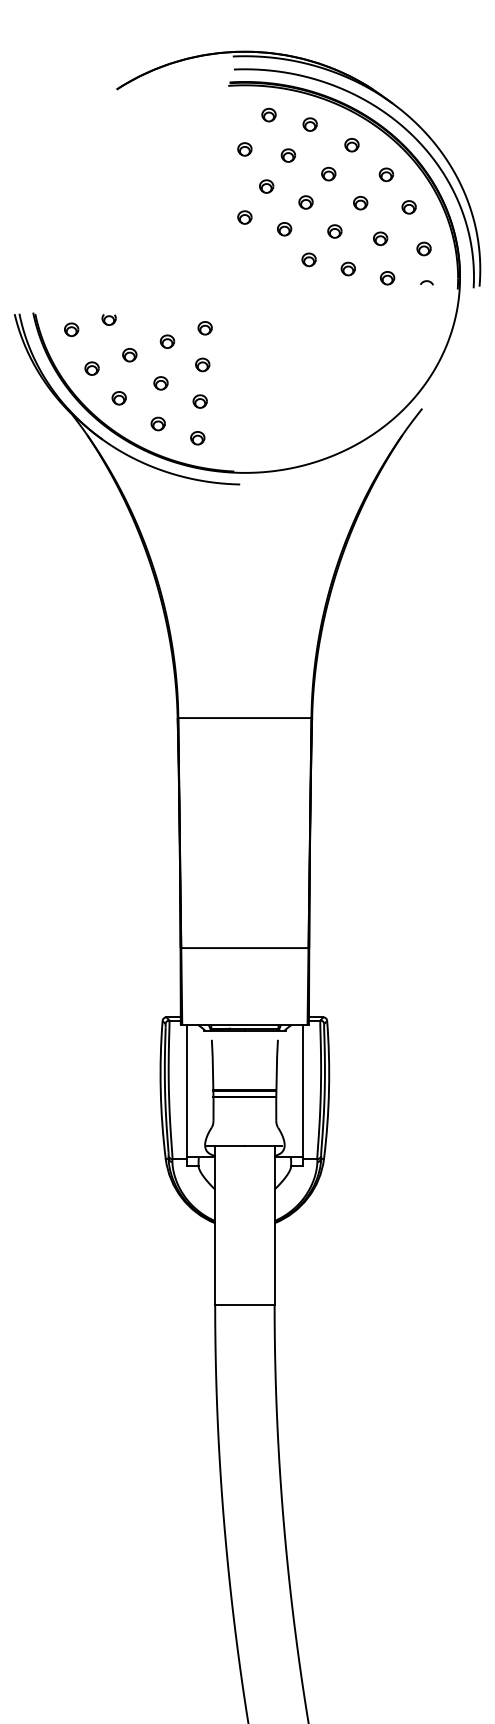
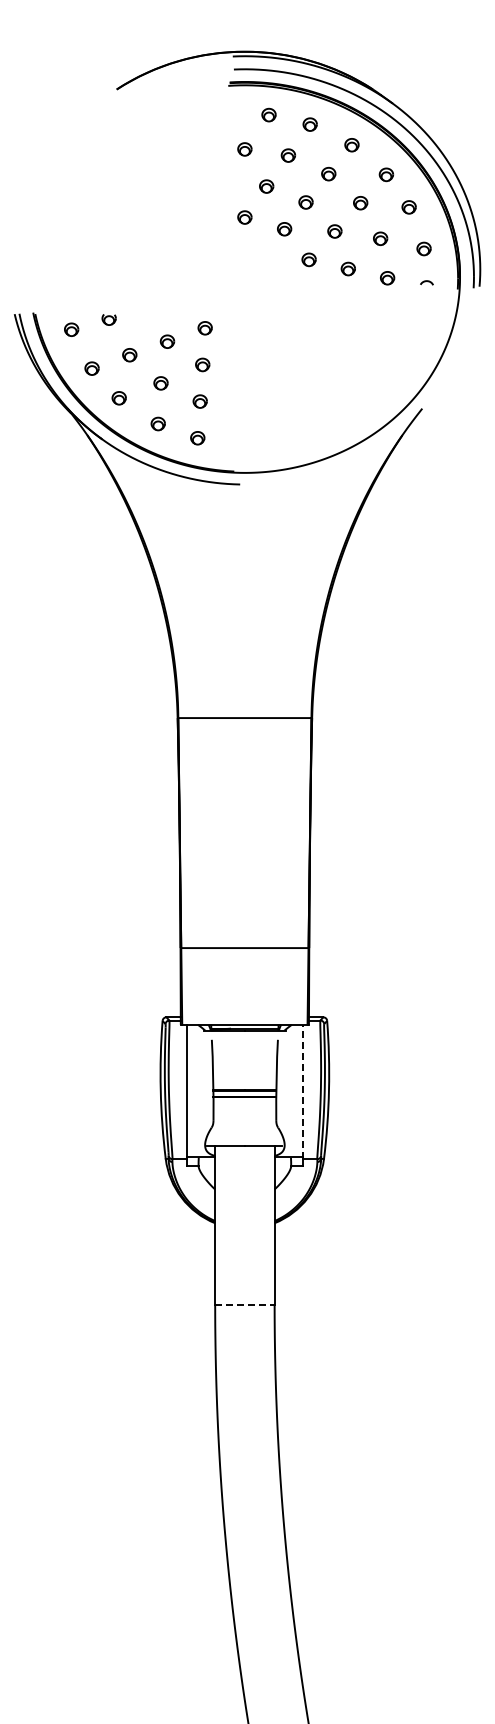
line at (303, 1091): solid -> dashed
line at (245, 1304): solid -> dashed
